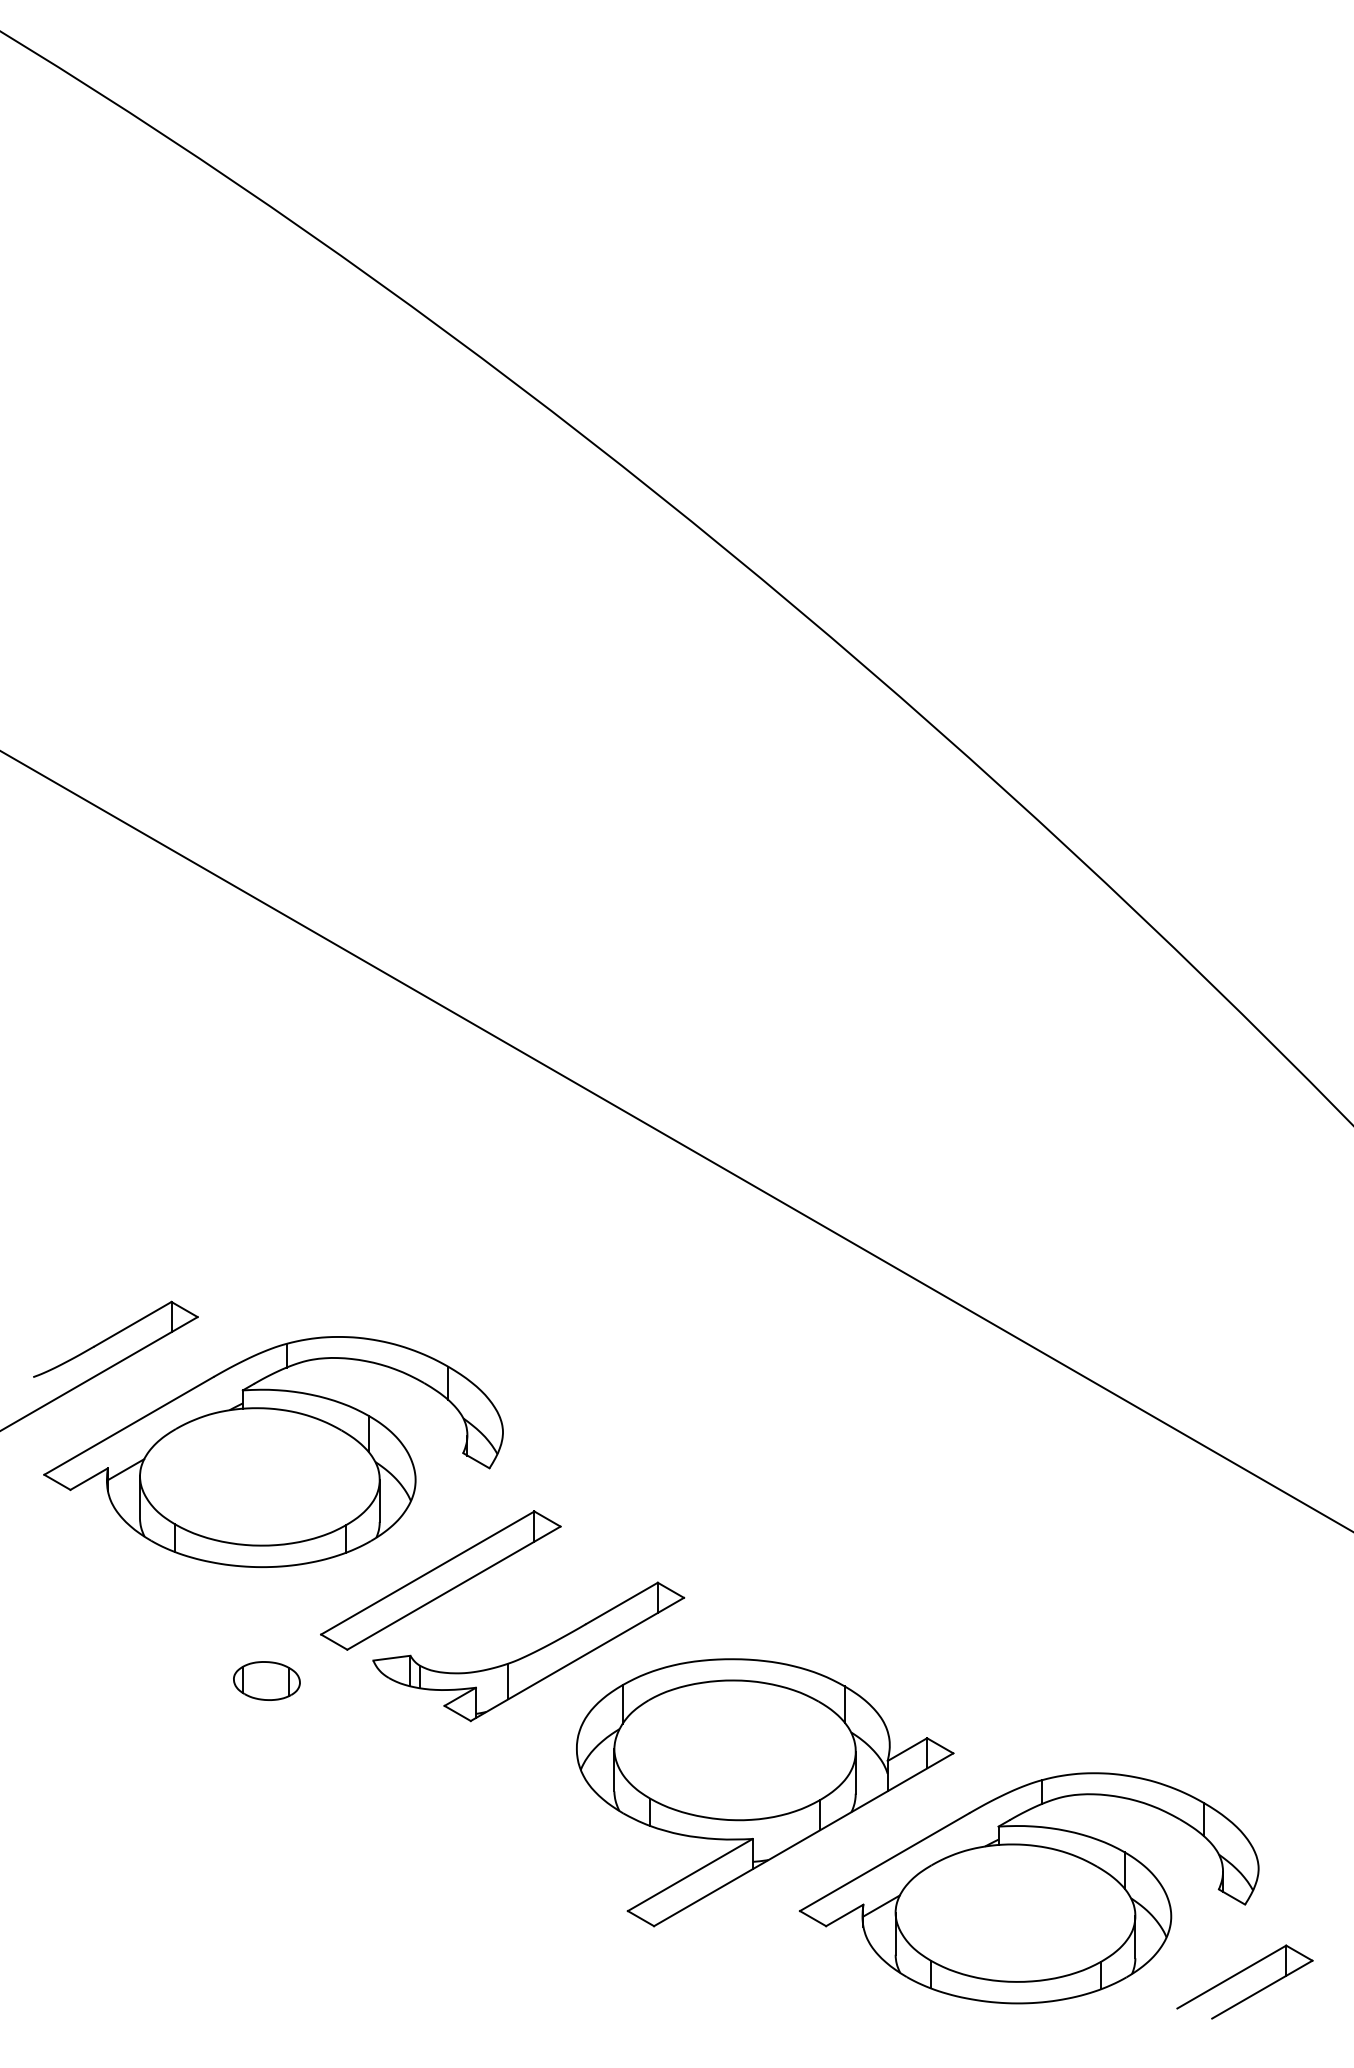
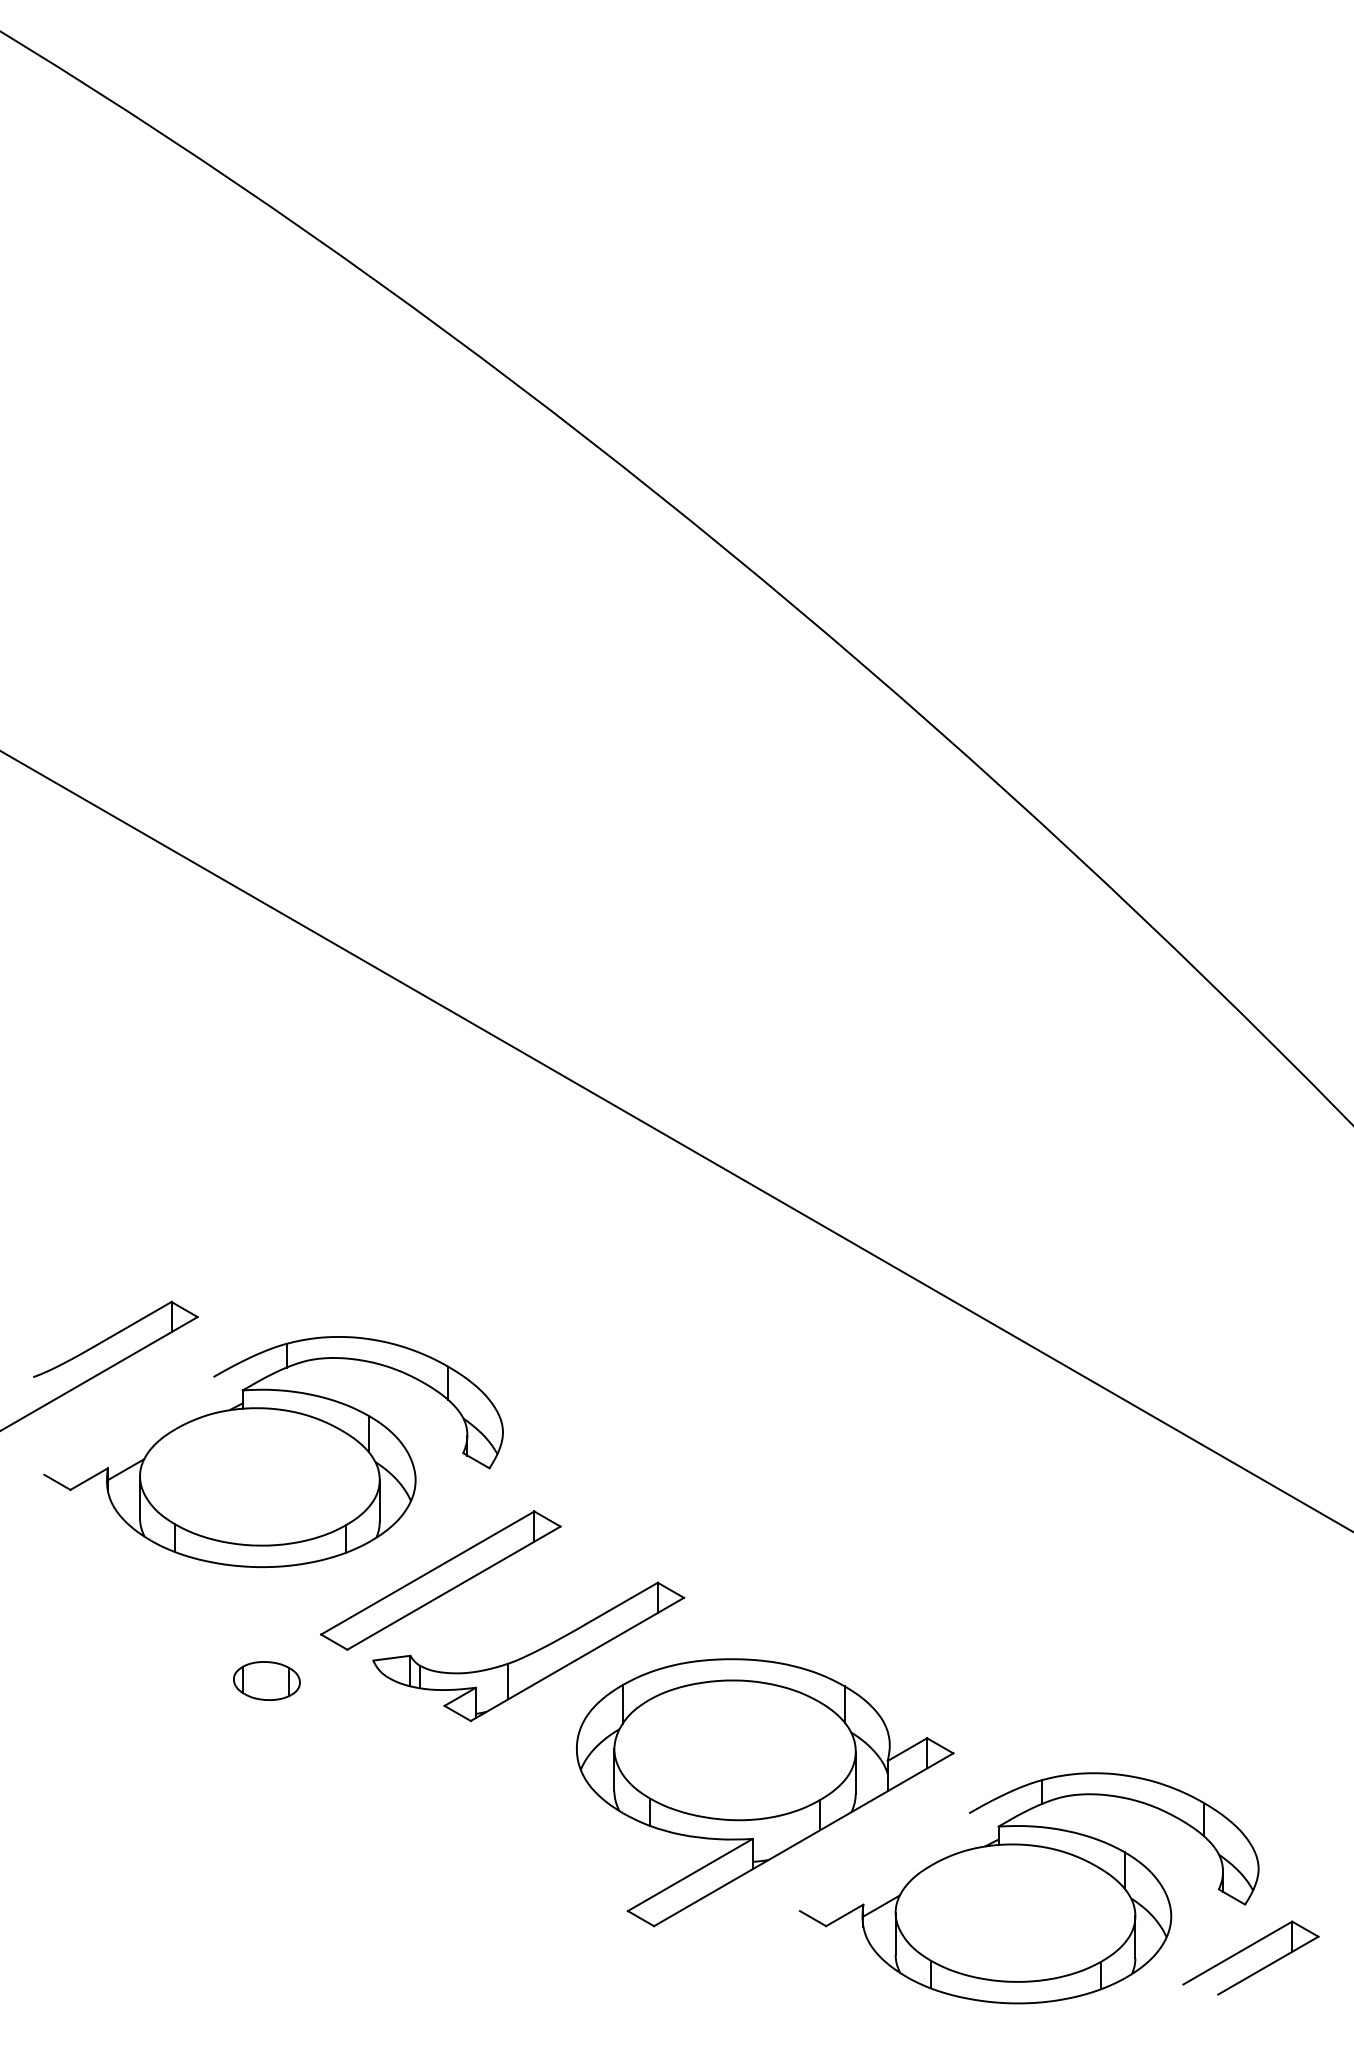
line at (128, 1425): present -> none
line at (884, 1862): present -> none
part at (1240, 1973) position: (1240, 1973) -> (1246, 1949)
